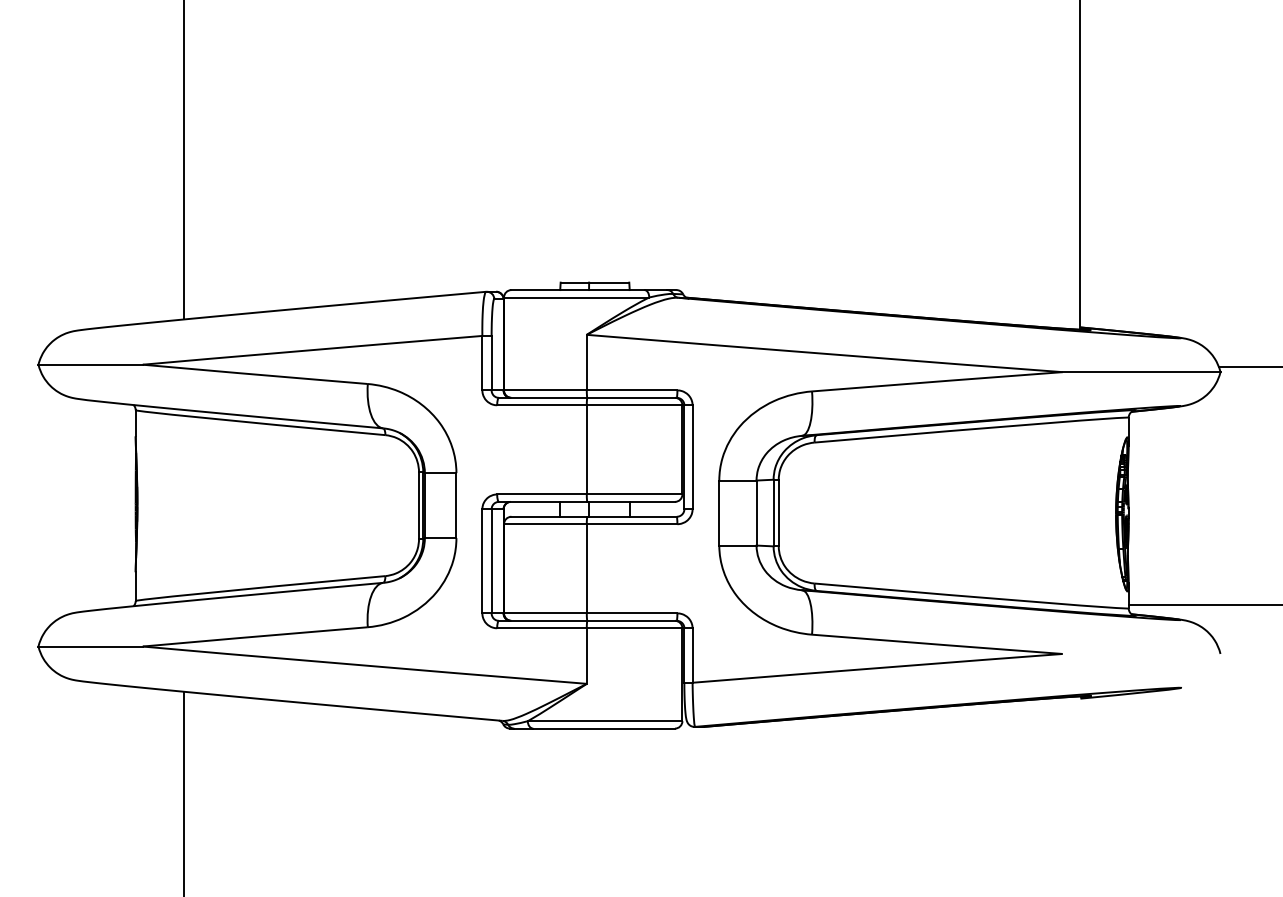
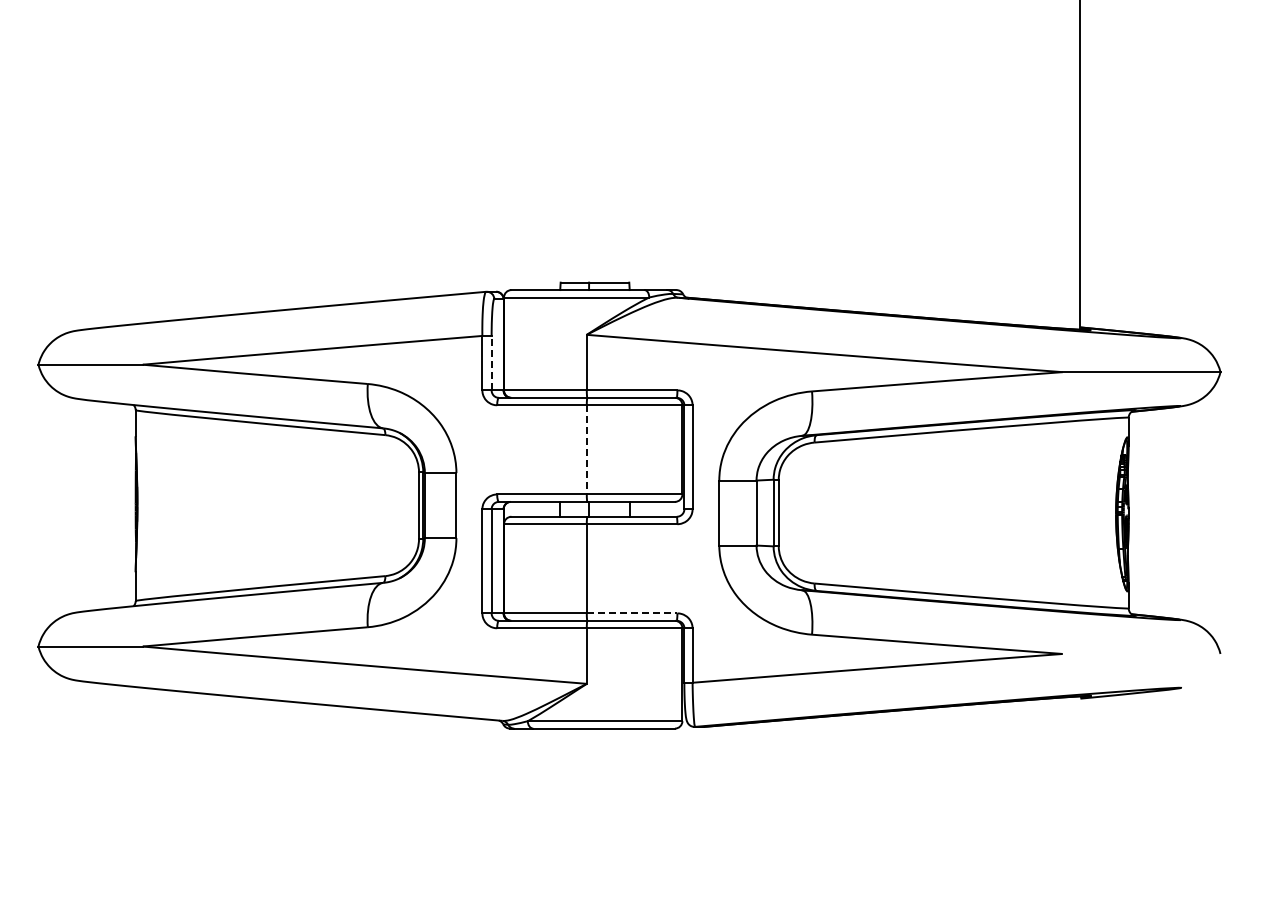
line at (184, 160): present -> none
line at (491, 362): solid -> dashed
line at (1249, 367): present -> none
line at (586, 449): solid -> dashed
line at (1203, 605): present -> none
line at (632, 613): solid -> dashed
line at (184, 792): present -> none
